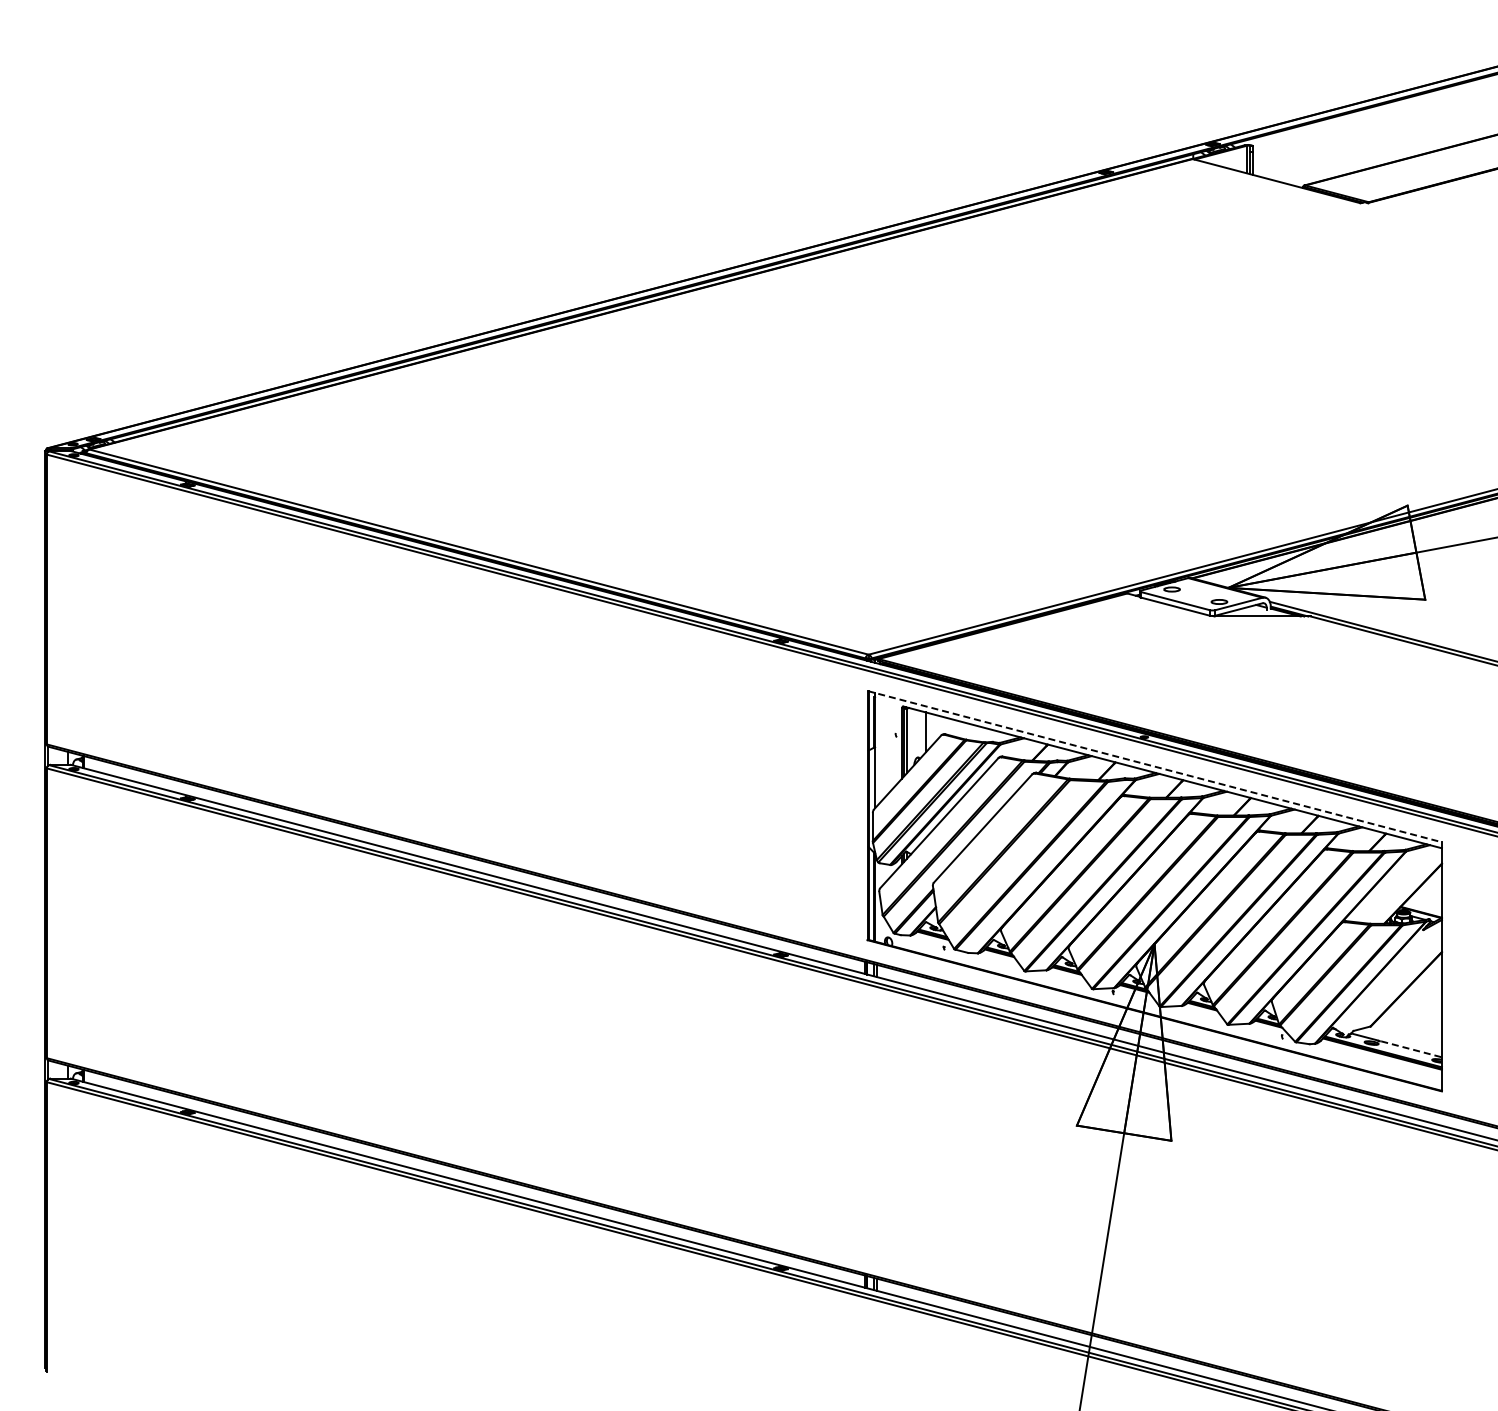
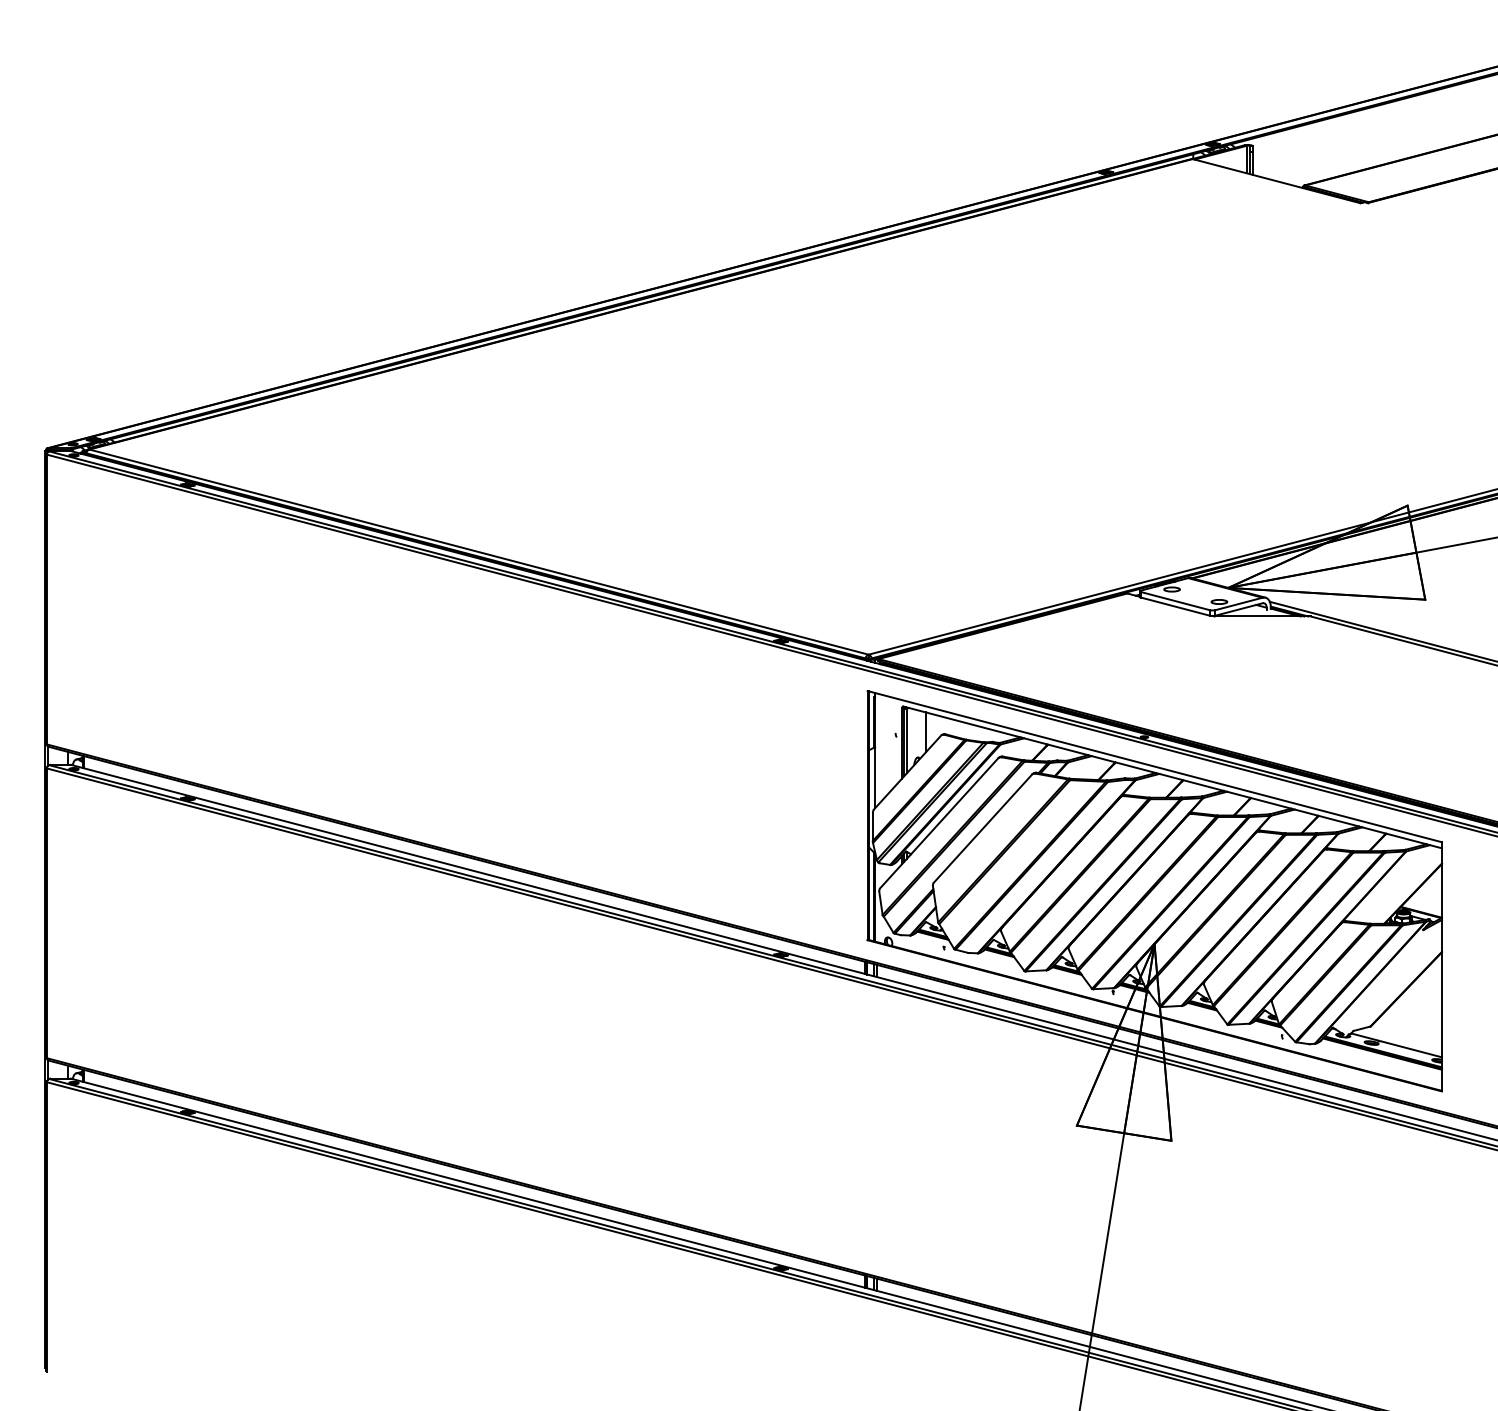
line at (1154, 766): dashed -> solid
line at (1412, 1049): dashed -> solid
